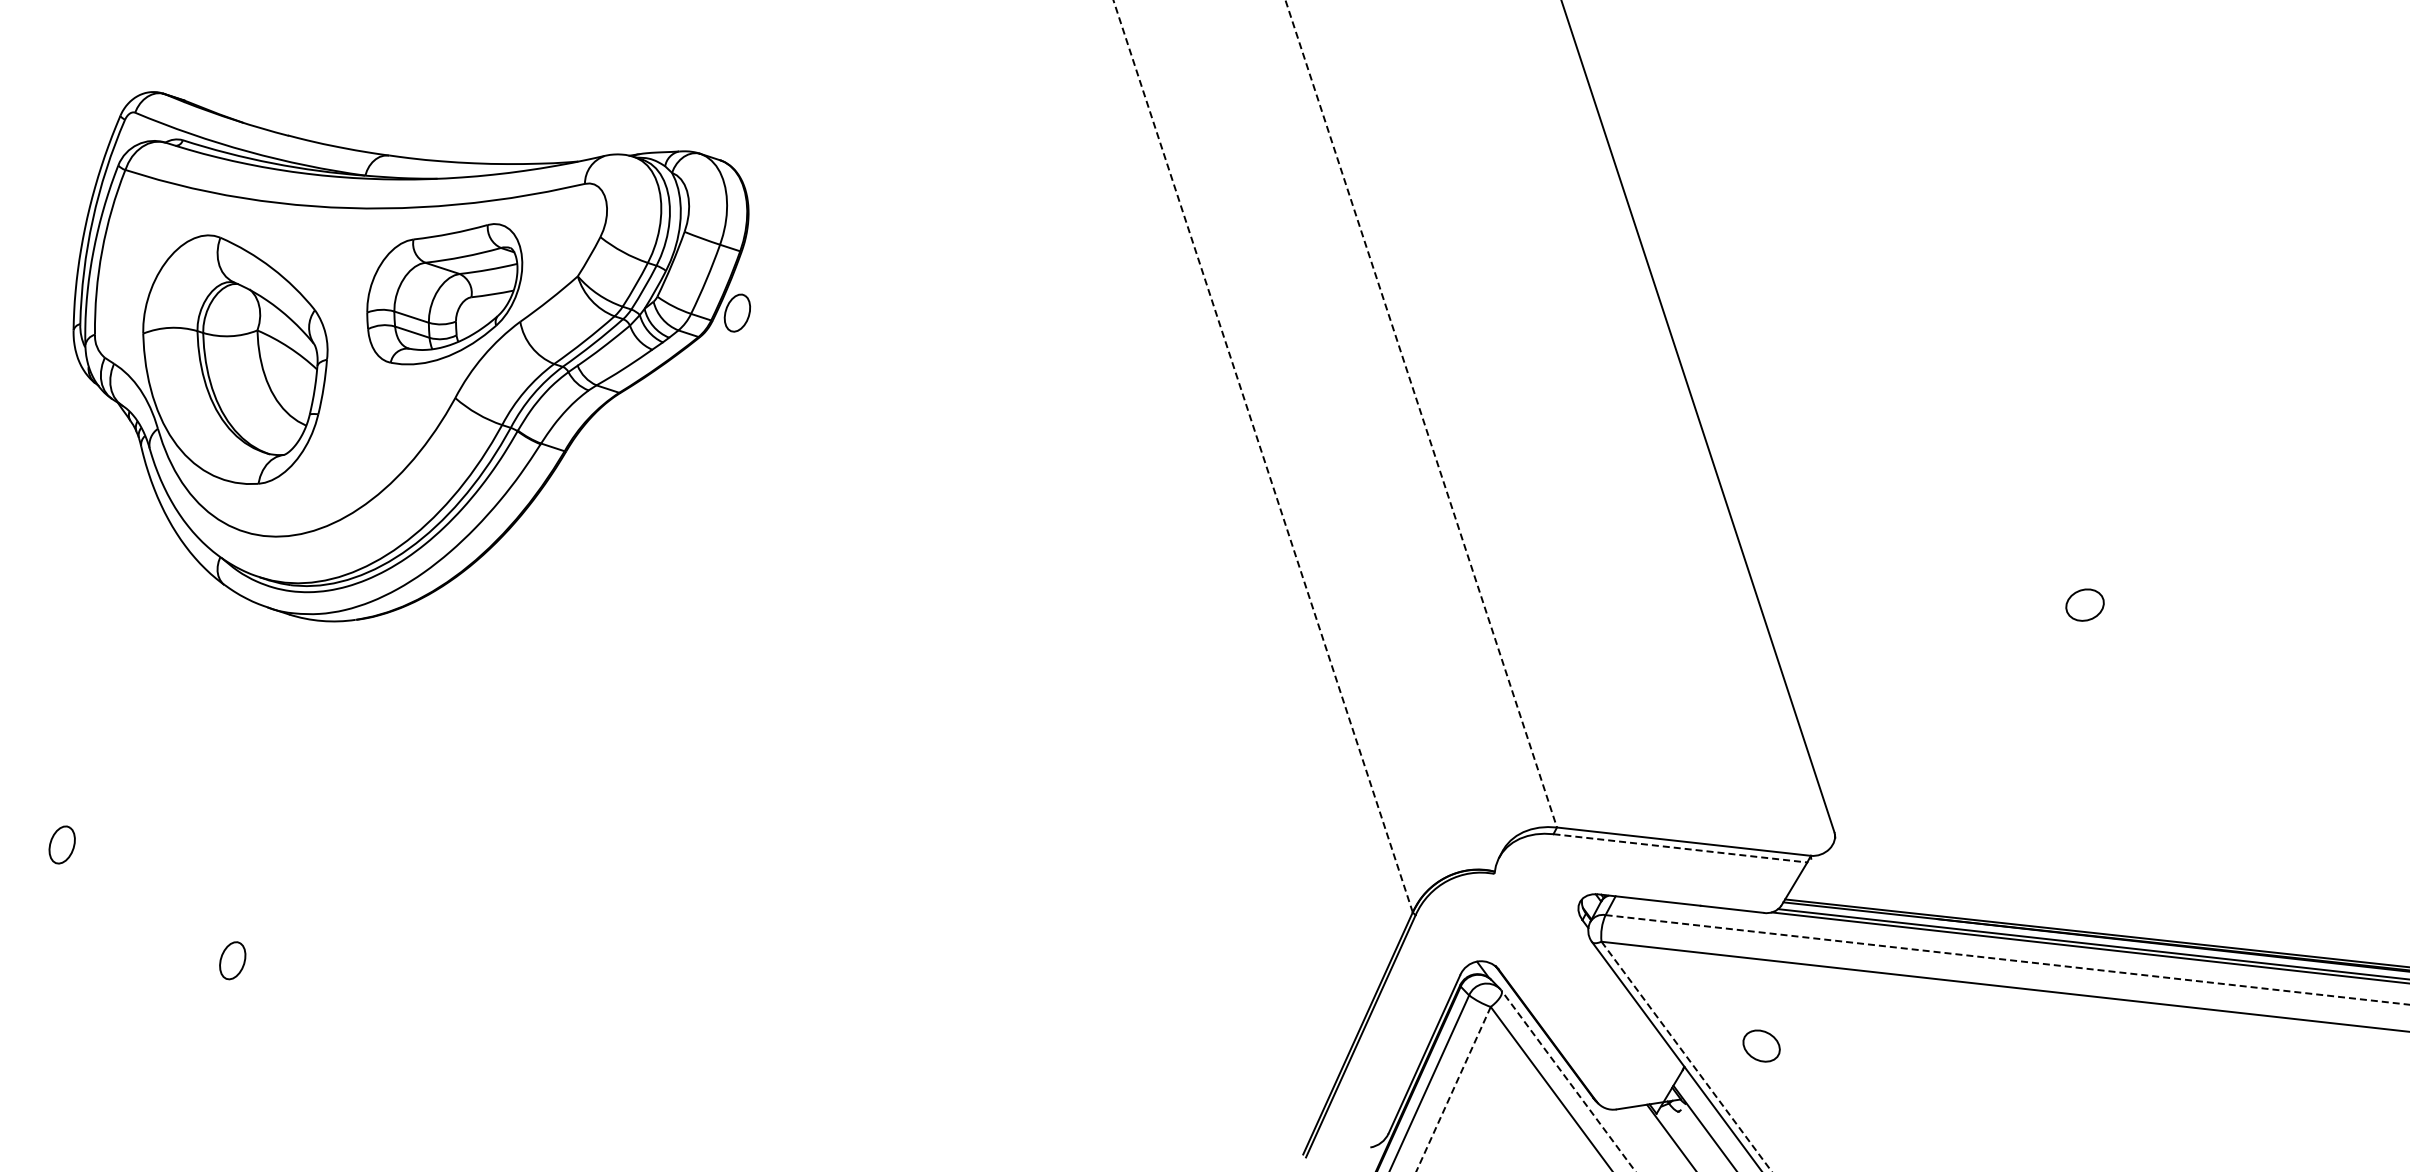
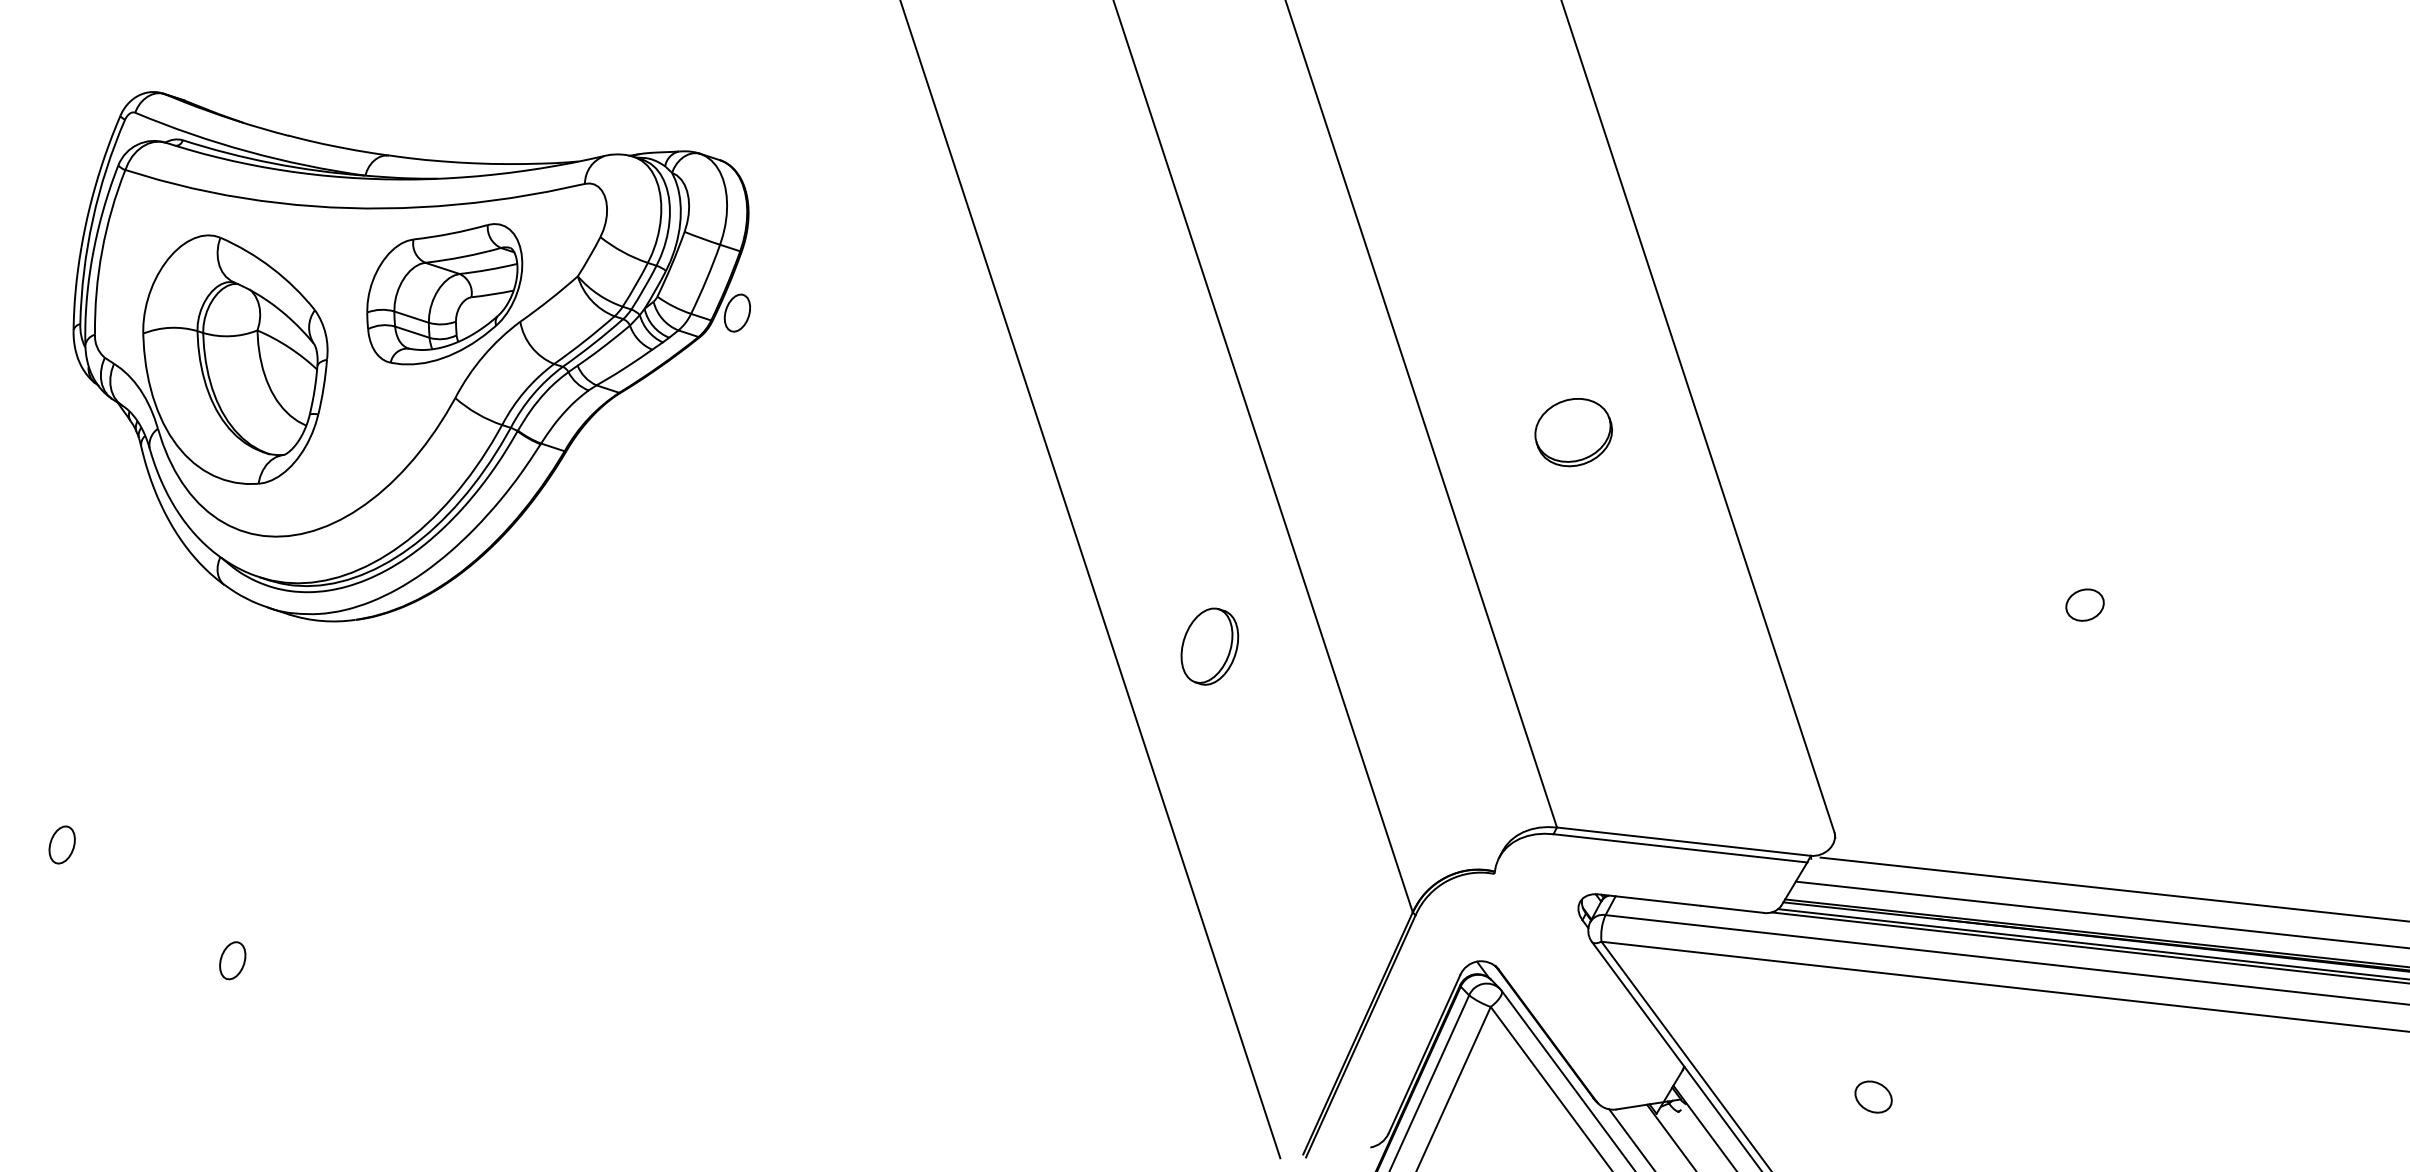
line at (1421, 414): dashed -> solid
part at (1573, 432): none -> present
line at (1263, 456): dashed -> solid
line at (1090, 580): none -> present
part at (1209, 646): none -> present
line at (1680, 848): dashed -> solid
line at (2113, 889): none -> present
line at (2100, 914): none -> present
line at (2007, 959): dashed -> solid
part at (1761, 1045) position: (1761, 1045) -> (1873, 1096)
line at (1686, 1056): dashed -> solid
line at (1568, 1080): dashed -> solid
line at (1453, 1089): dashed -> solid
line at (1631, 1138): none -> present
